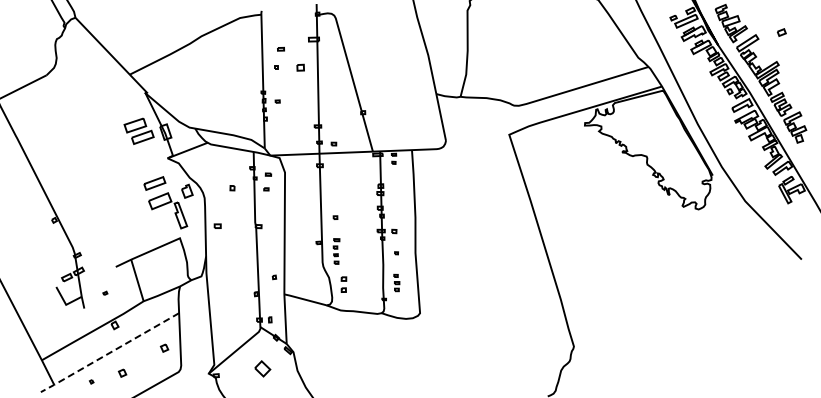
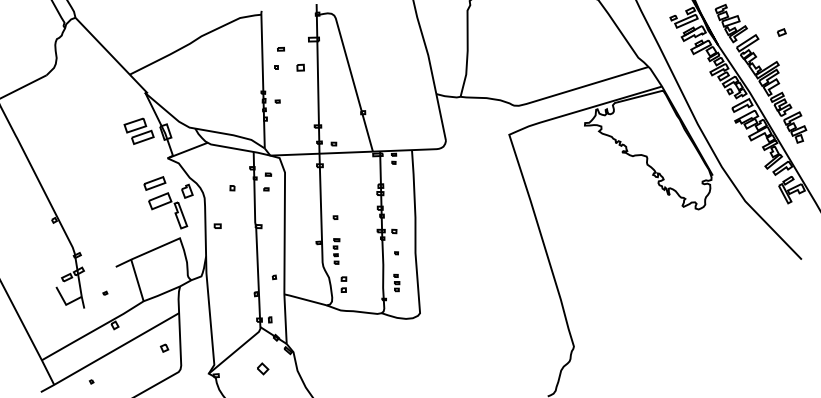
line at (109, 353): dashed -> solid
part at (262, 368) size: 18x18 px -> 13x14 px
part at (122, 372): present -> none
